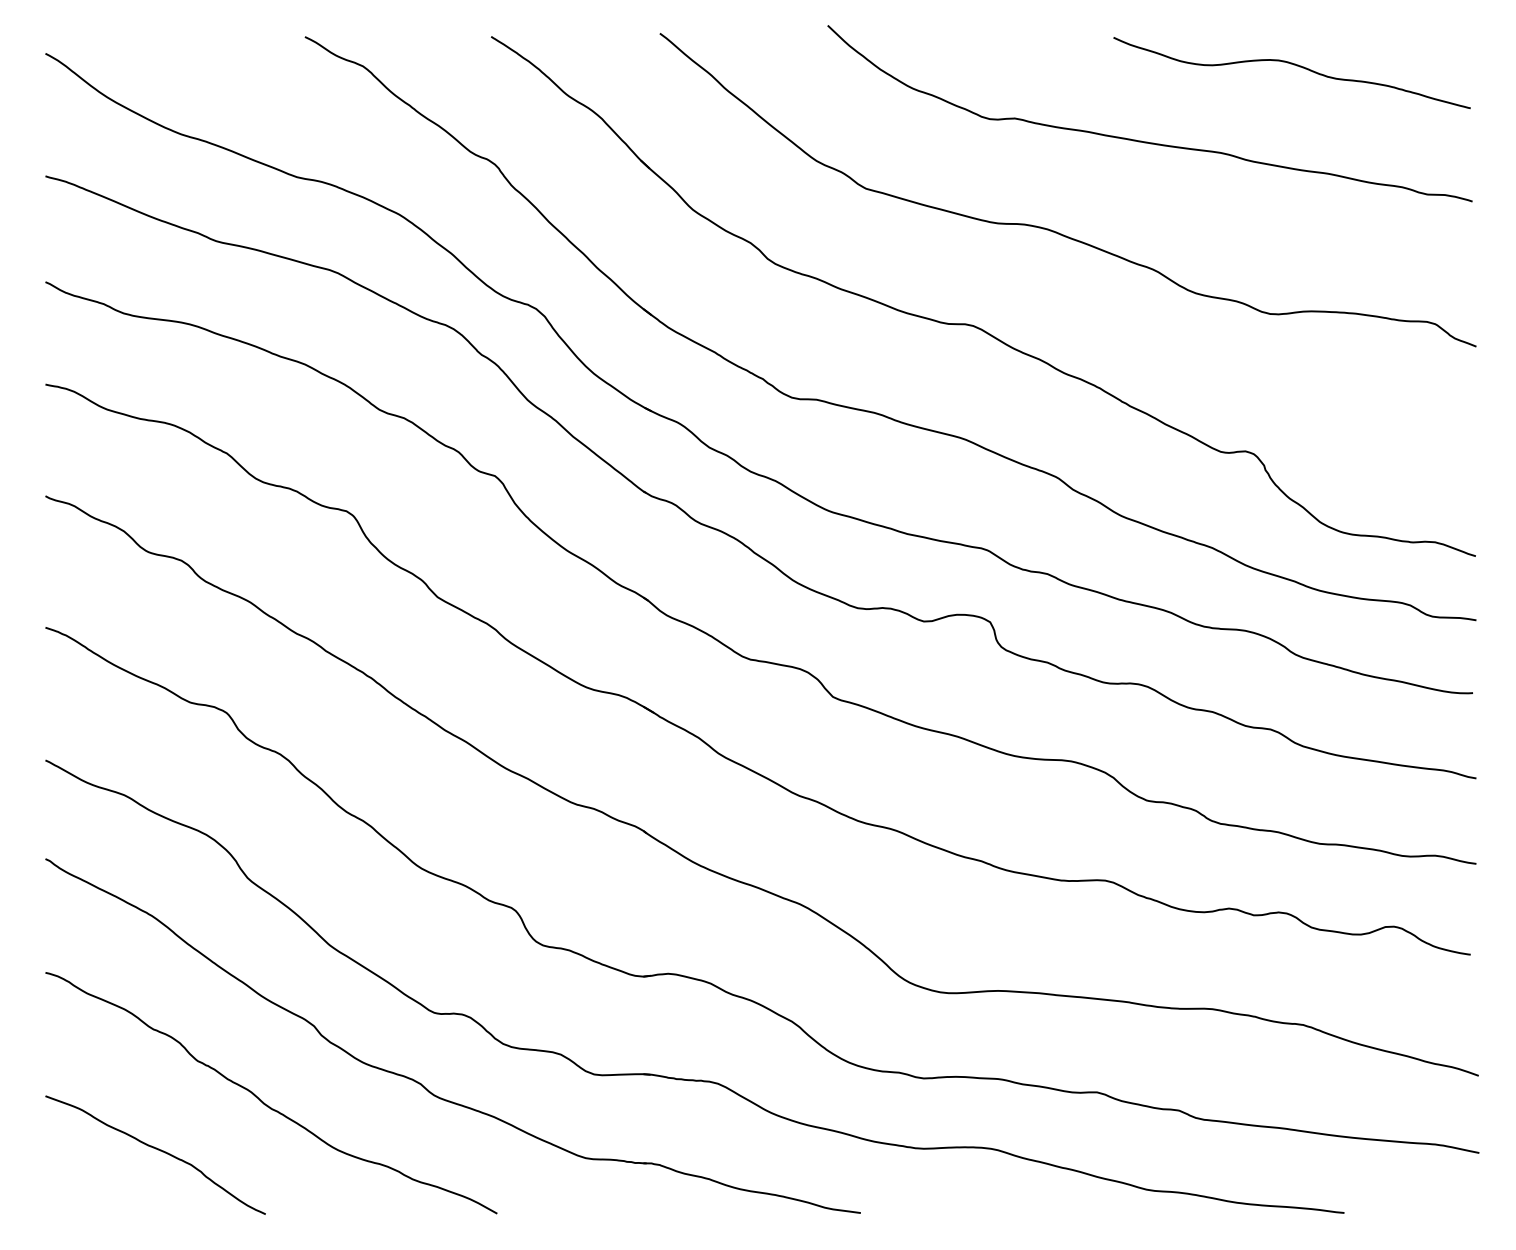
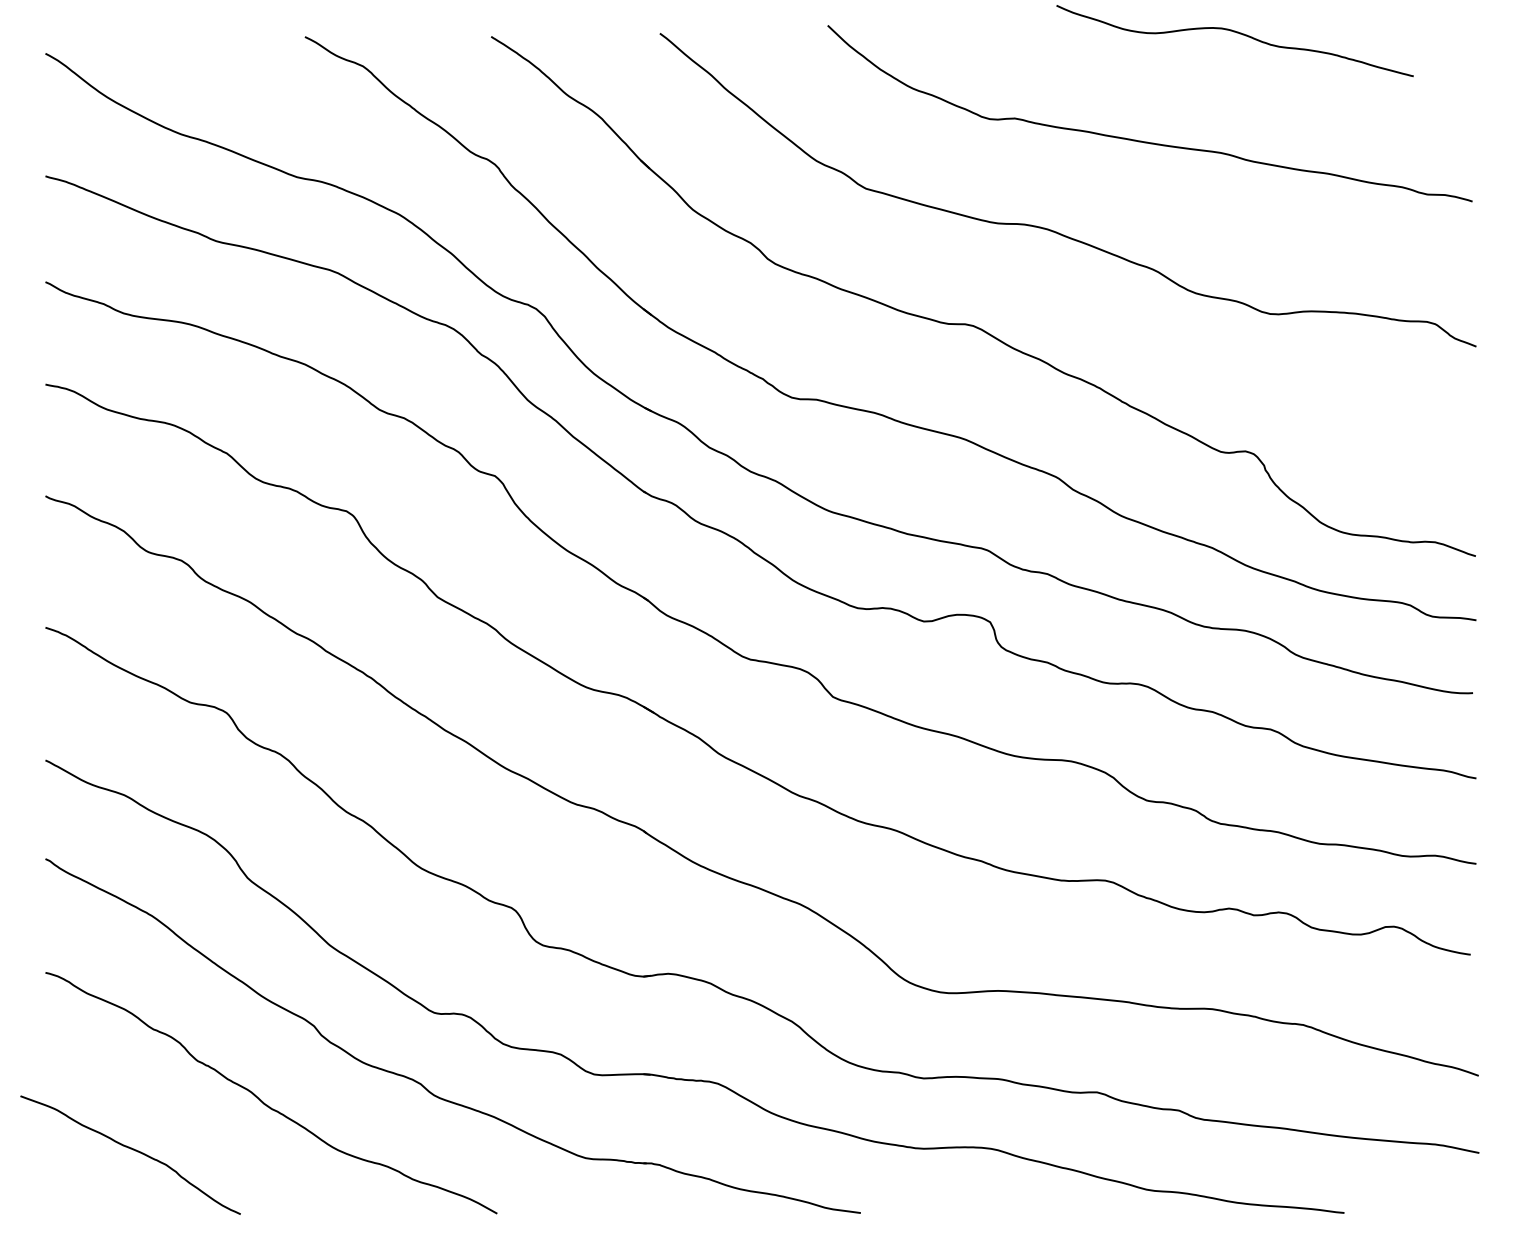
curve at (1293, 65) position: (1293, 65) -> (1236, 33)
curve at (155, 1149) position: (155, 1149) -> (130, 1149)
